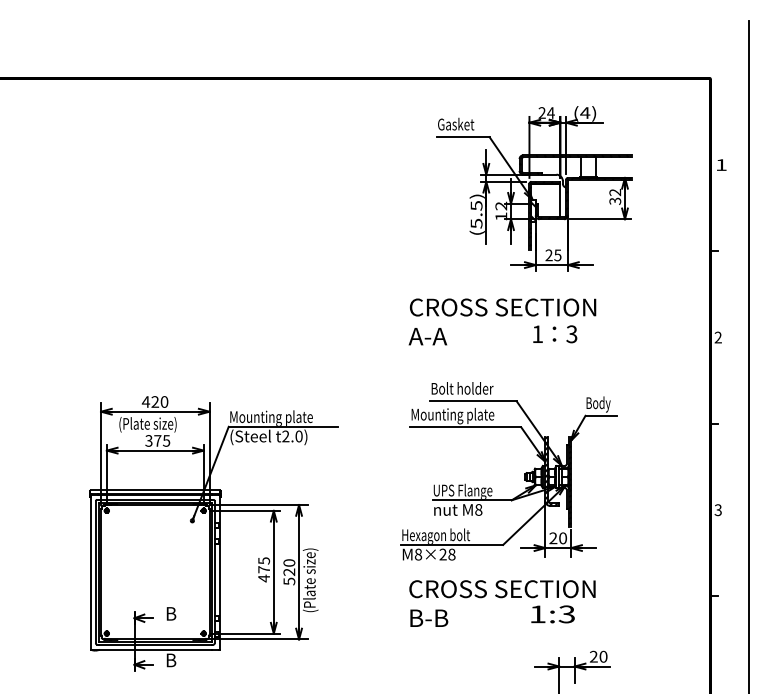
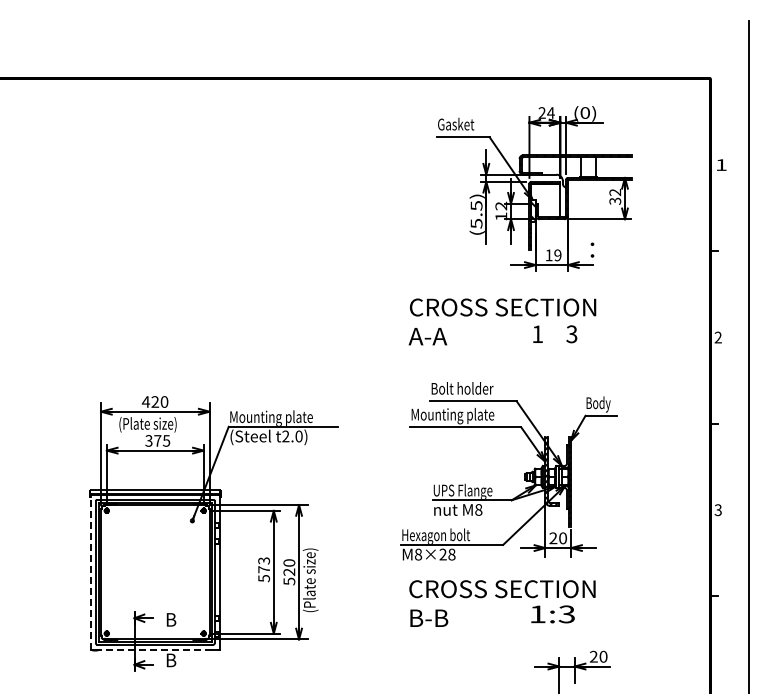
text at (585, 112): (4) -> (0)
text at (553, 255): 25 -> 19
text at (554, 333) position: (554, 333) -> (592, 249)
text at (264, 569): 475 -> 573
line at (90, 572): solid -> dashed
text at (171, 613) position: (171, 613) -> (171, 619)
line at (155, 649): solid -> dashed
